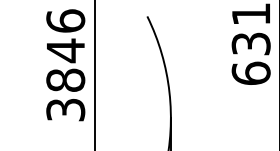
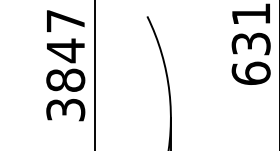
text at (65, 20): 3846 -> 3847
